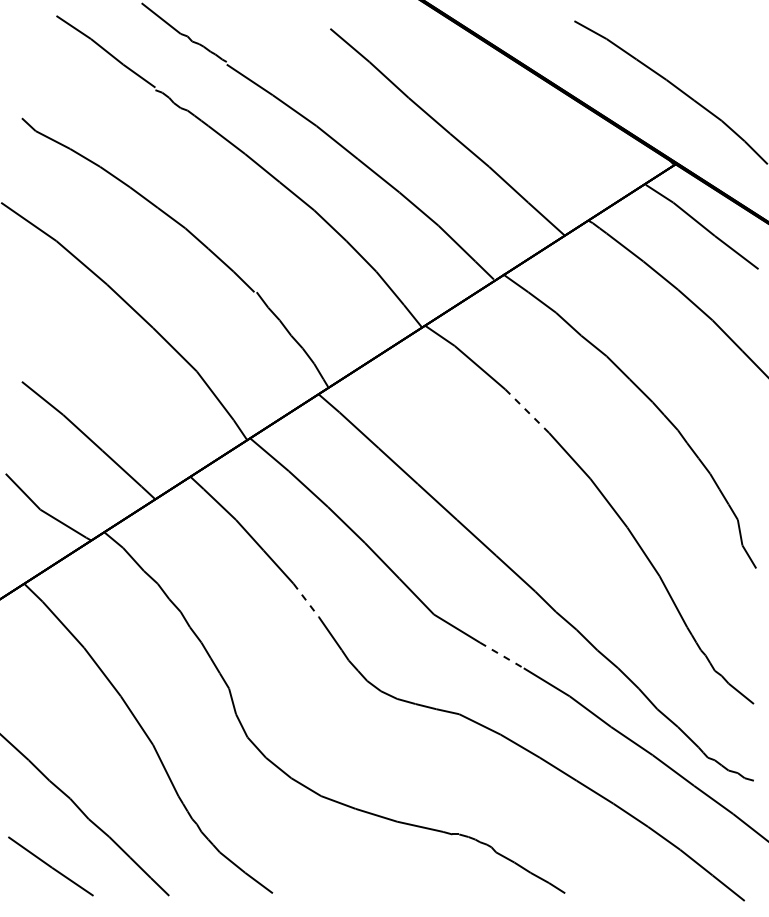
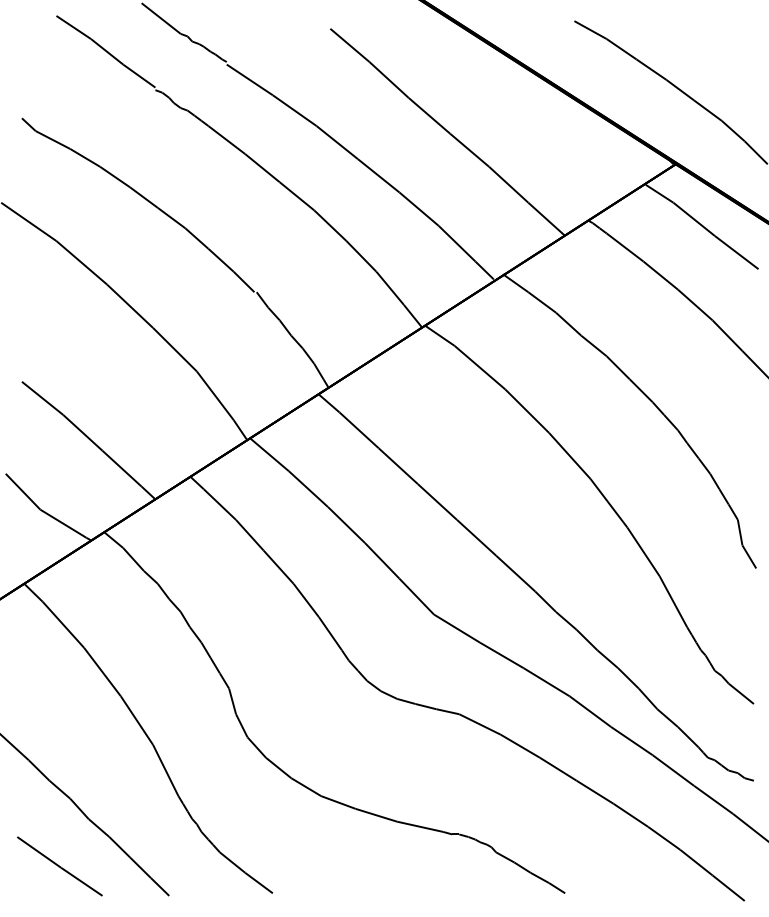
line at (527, 411): dashed -> solid
line at (306, 600): dashed -> solid
line at (502, 655): dashed -> solid
line at (50, 866) position: (50, 866) -> (59, 866)
